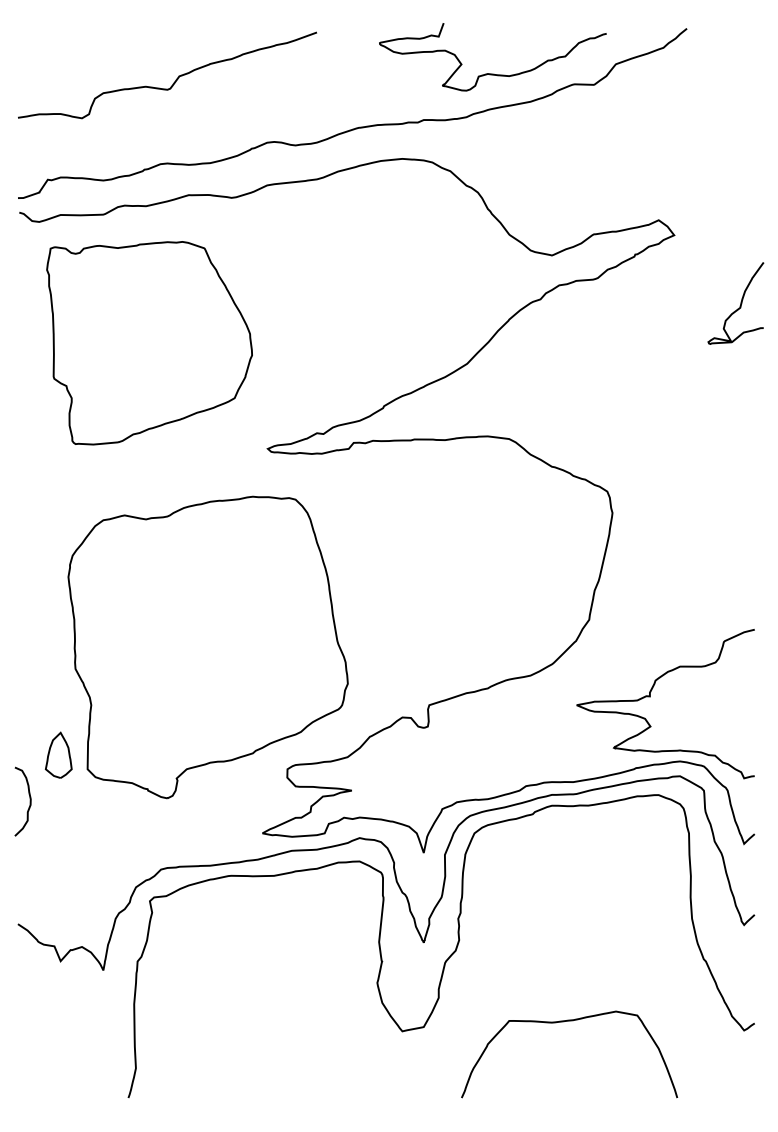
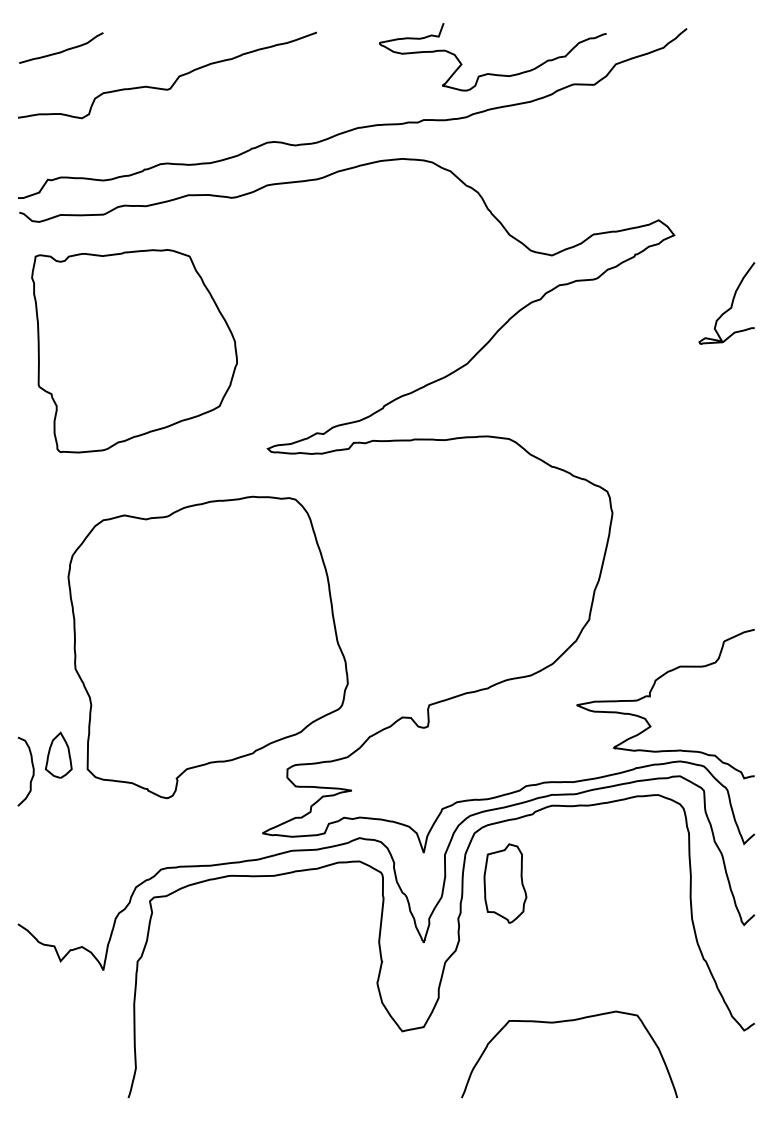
curve at (62, 50): none -> present
curve at (739, 305) position: (739, 305) -> (730, 305)
part at (149, 343) position: (149, 343) -> (134, 351)
curve at (29, 801) position: (29, 801) -> (32, 771)
part at (505, 883): none -> present
